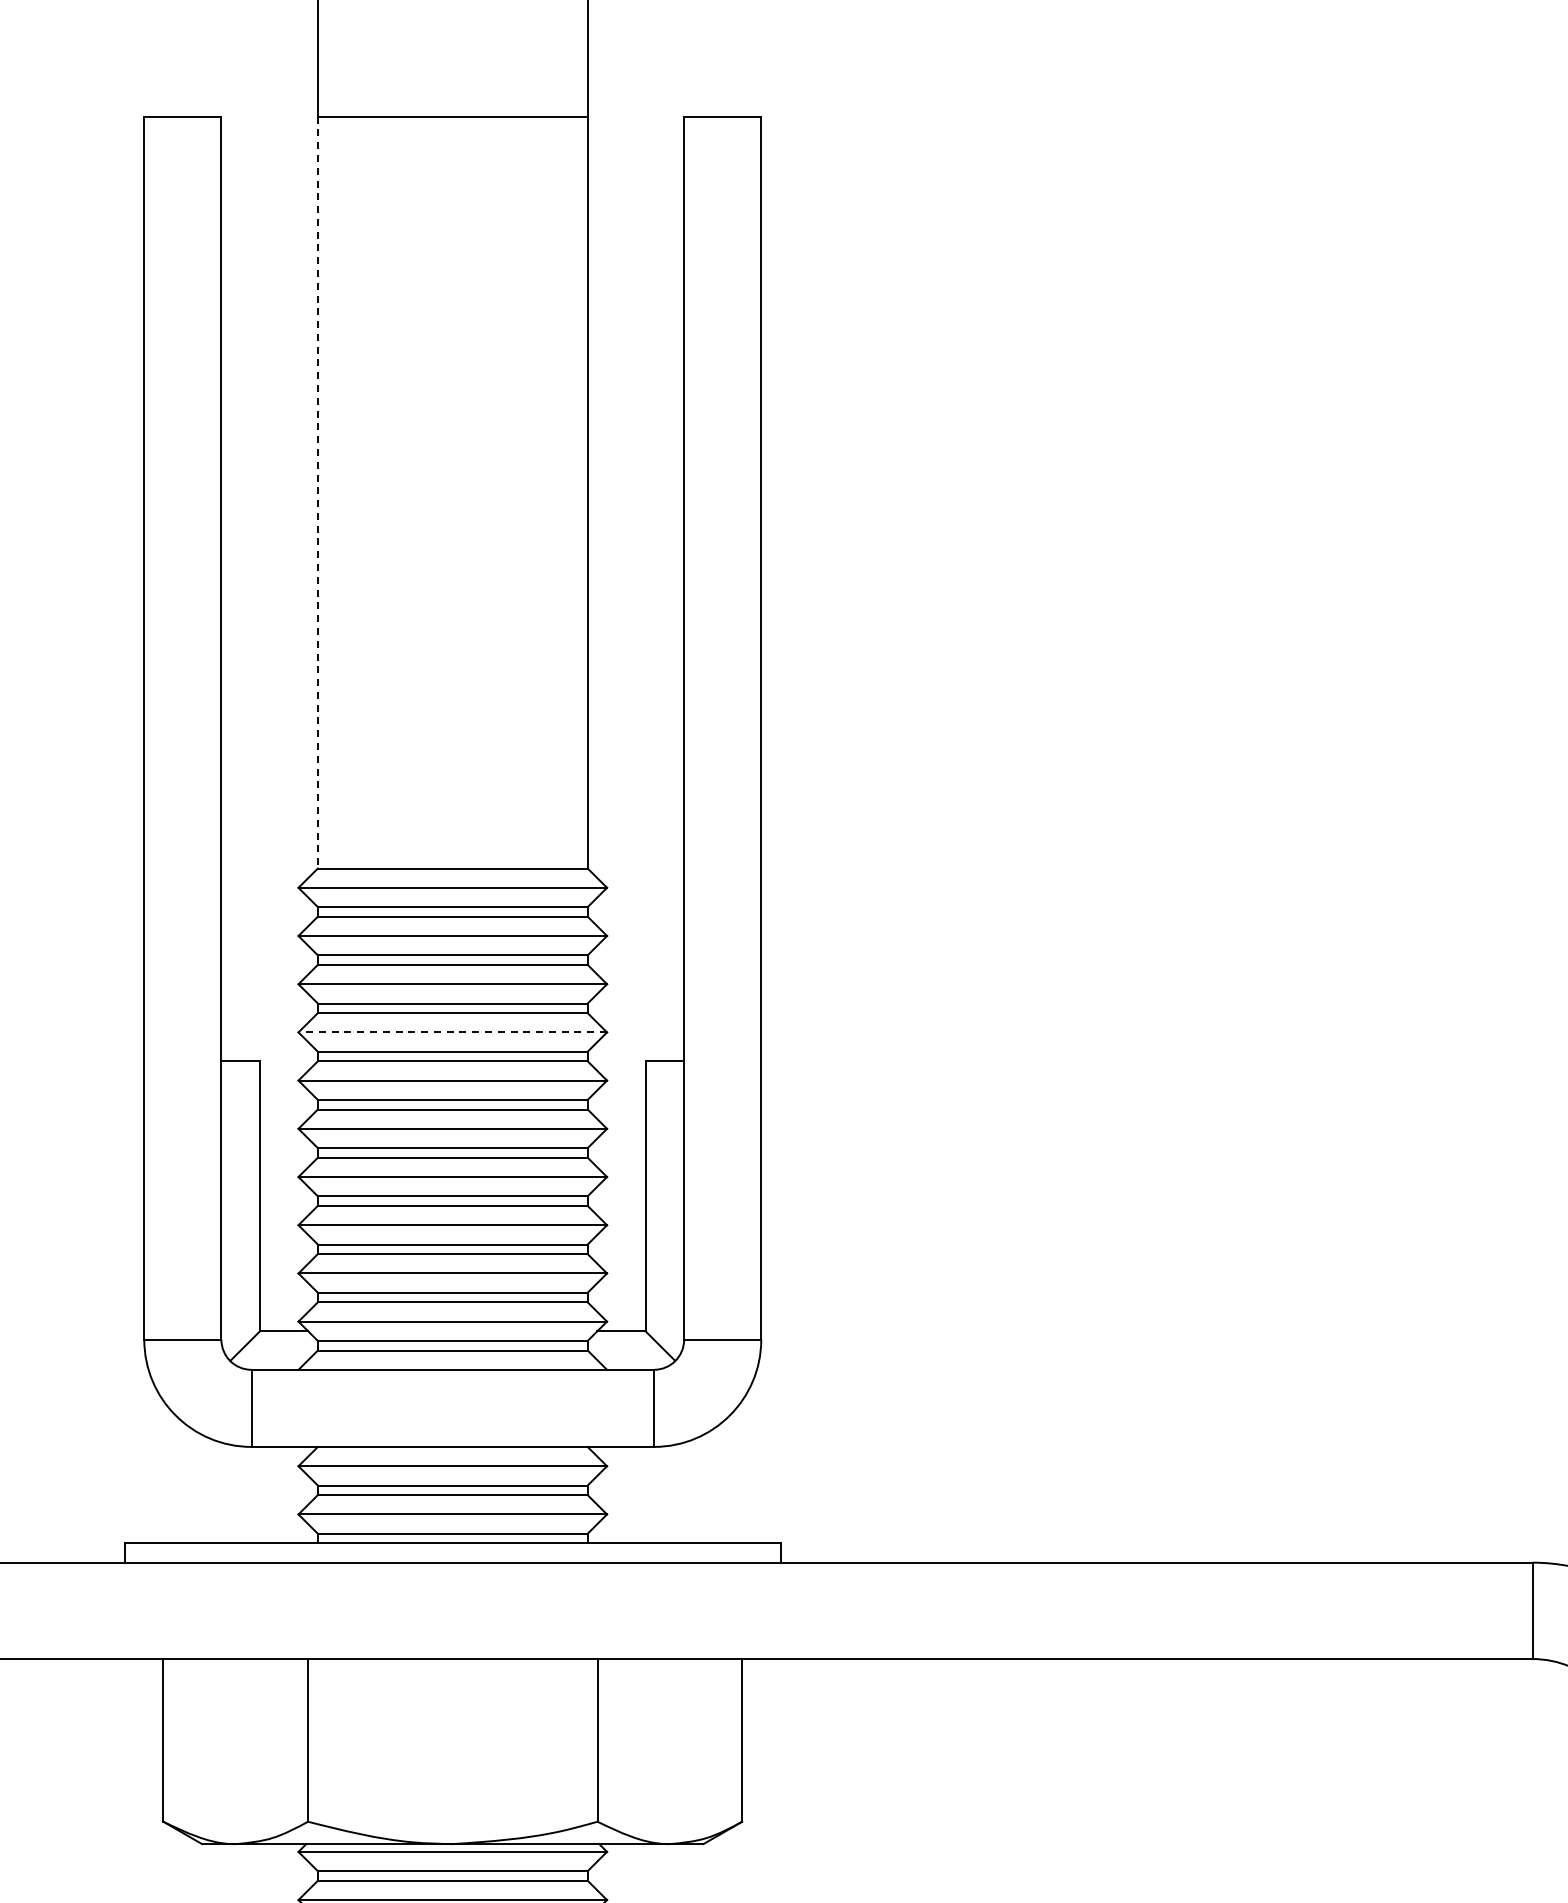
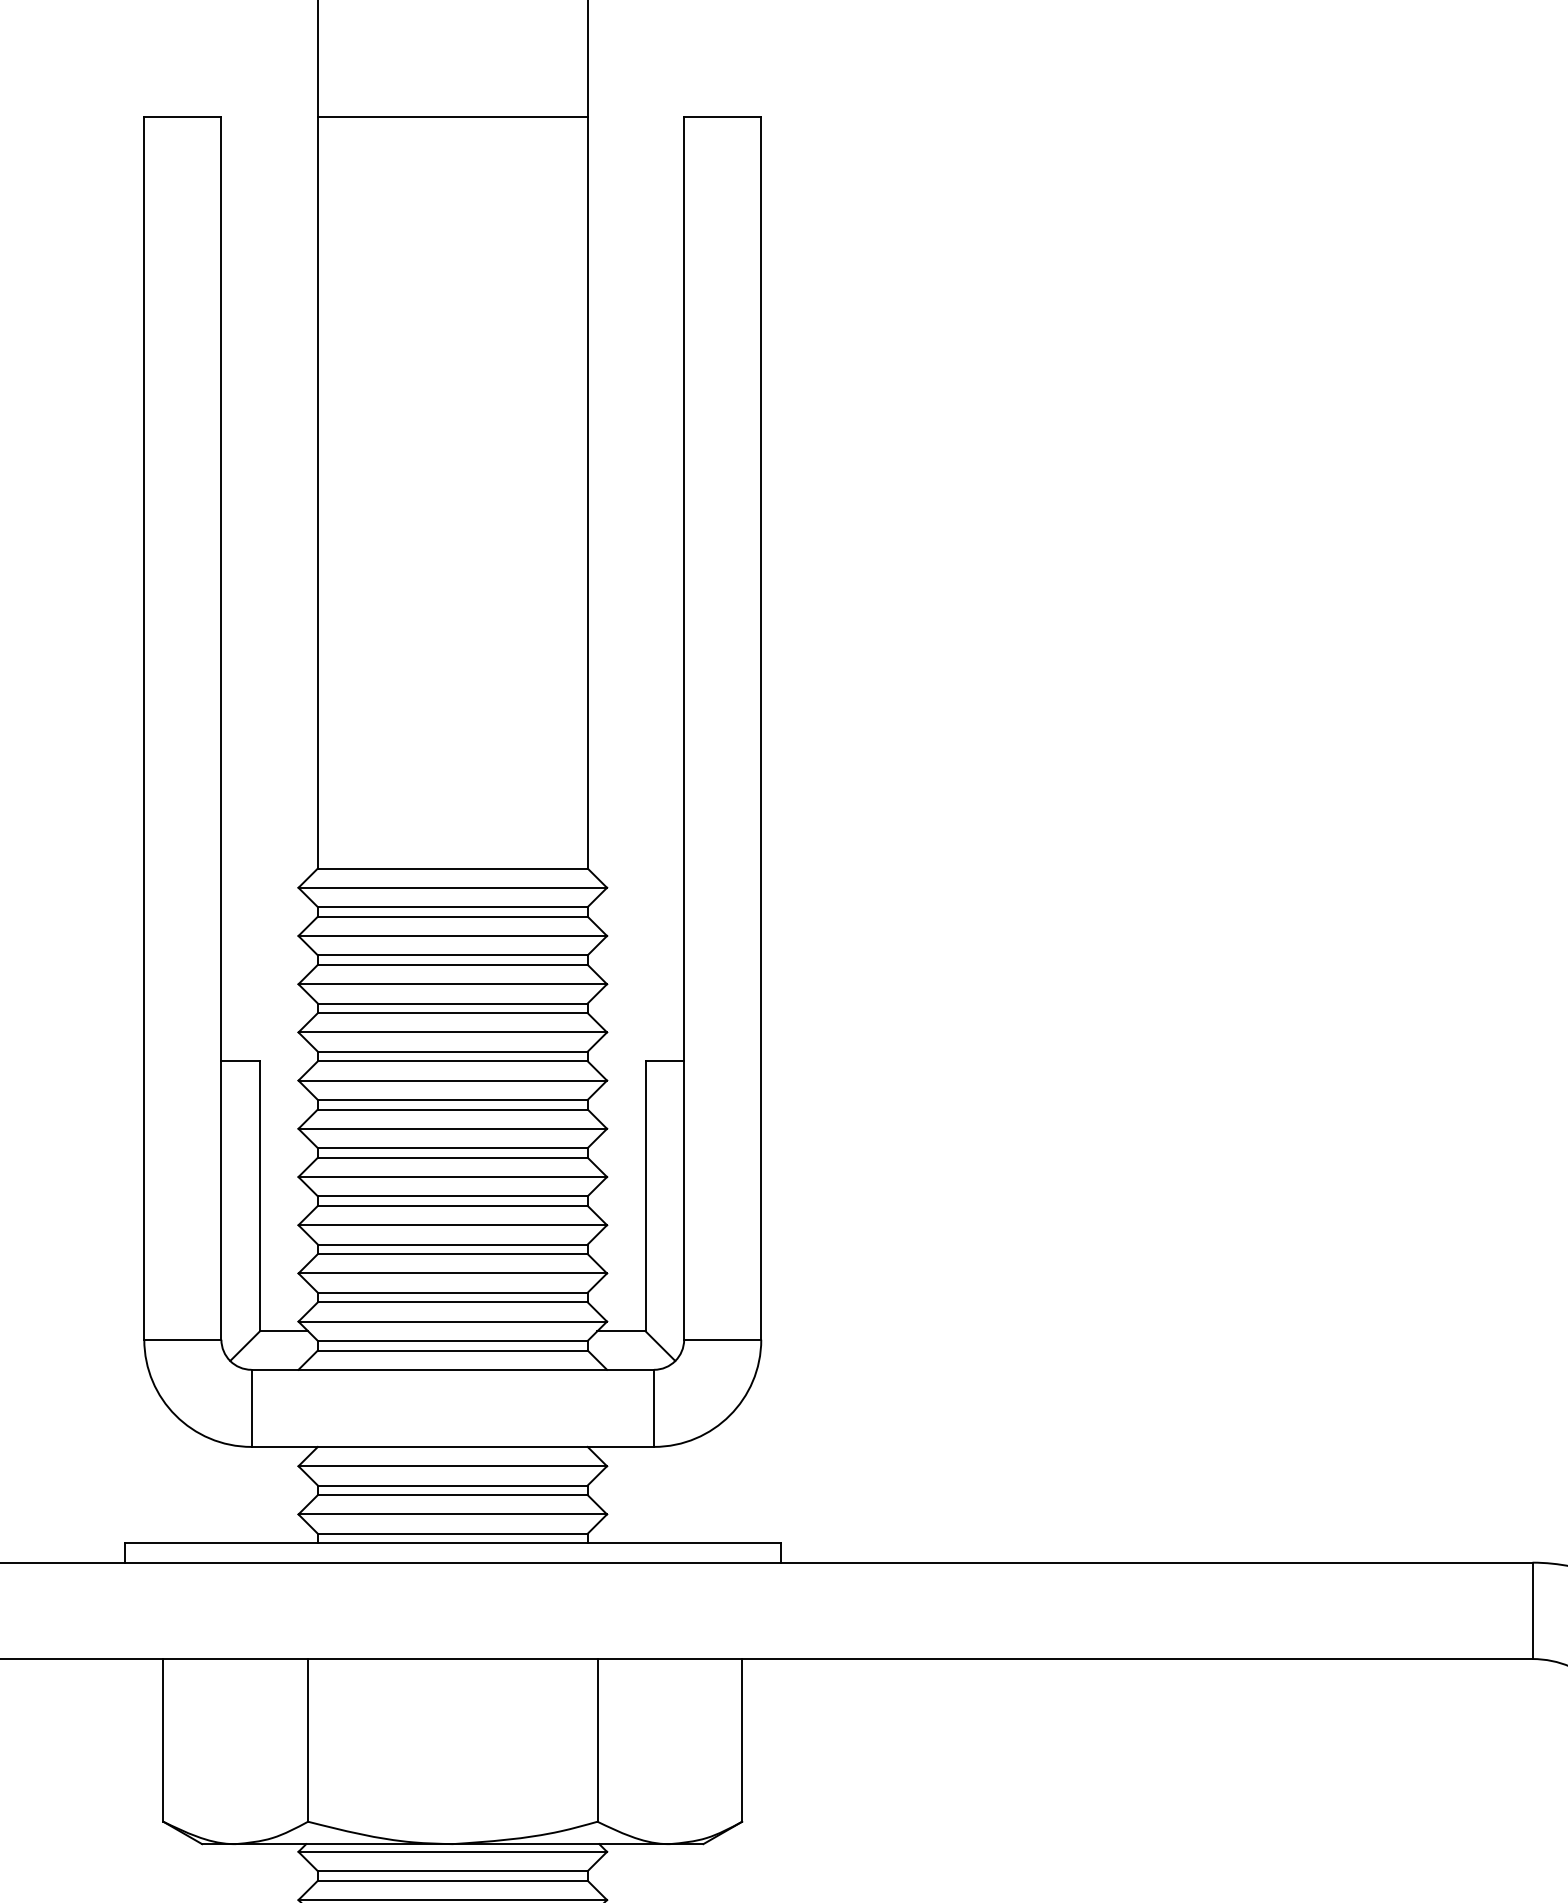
line at (317, 492): dashed -> solid
line at (452, 1032): dashed -> solid
